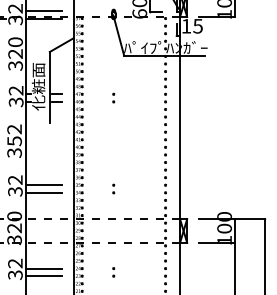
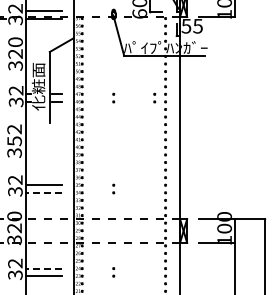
text at (186, 26): 15 -> 55
part at (154, 97): none -> present
line at (43, 192): solid -> dashed
line at (43, 268): solid -> dashed
